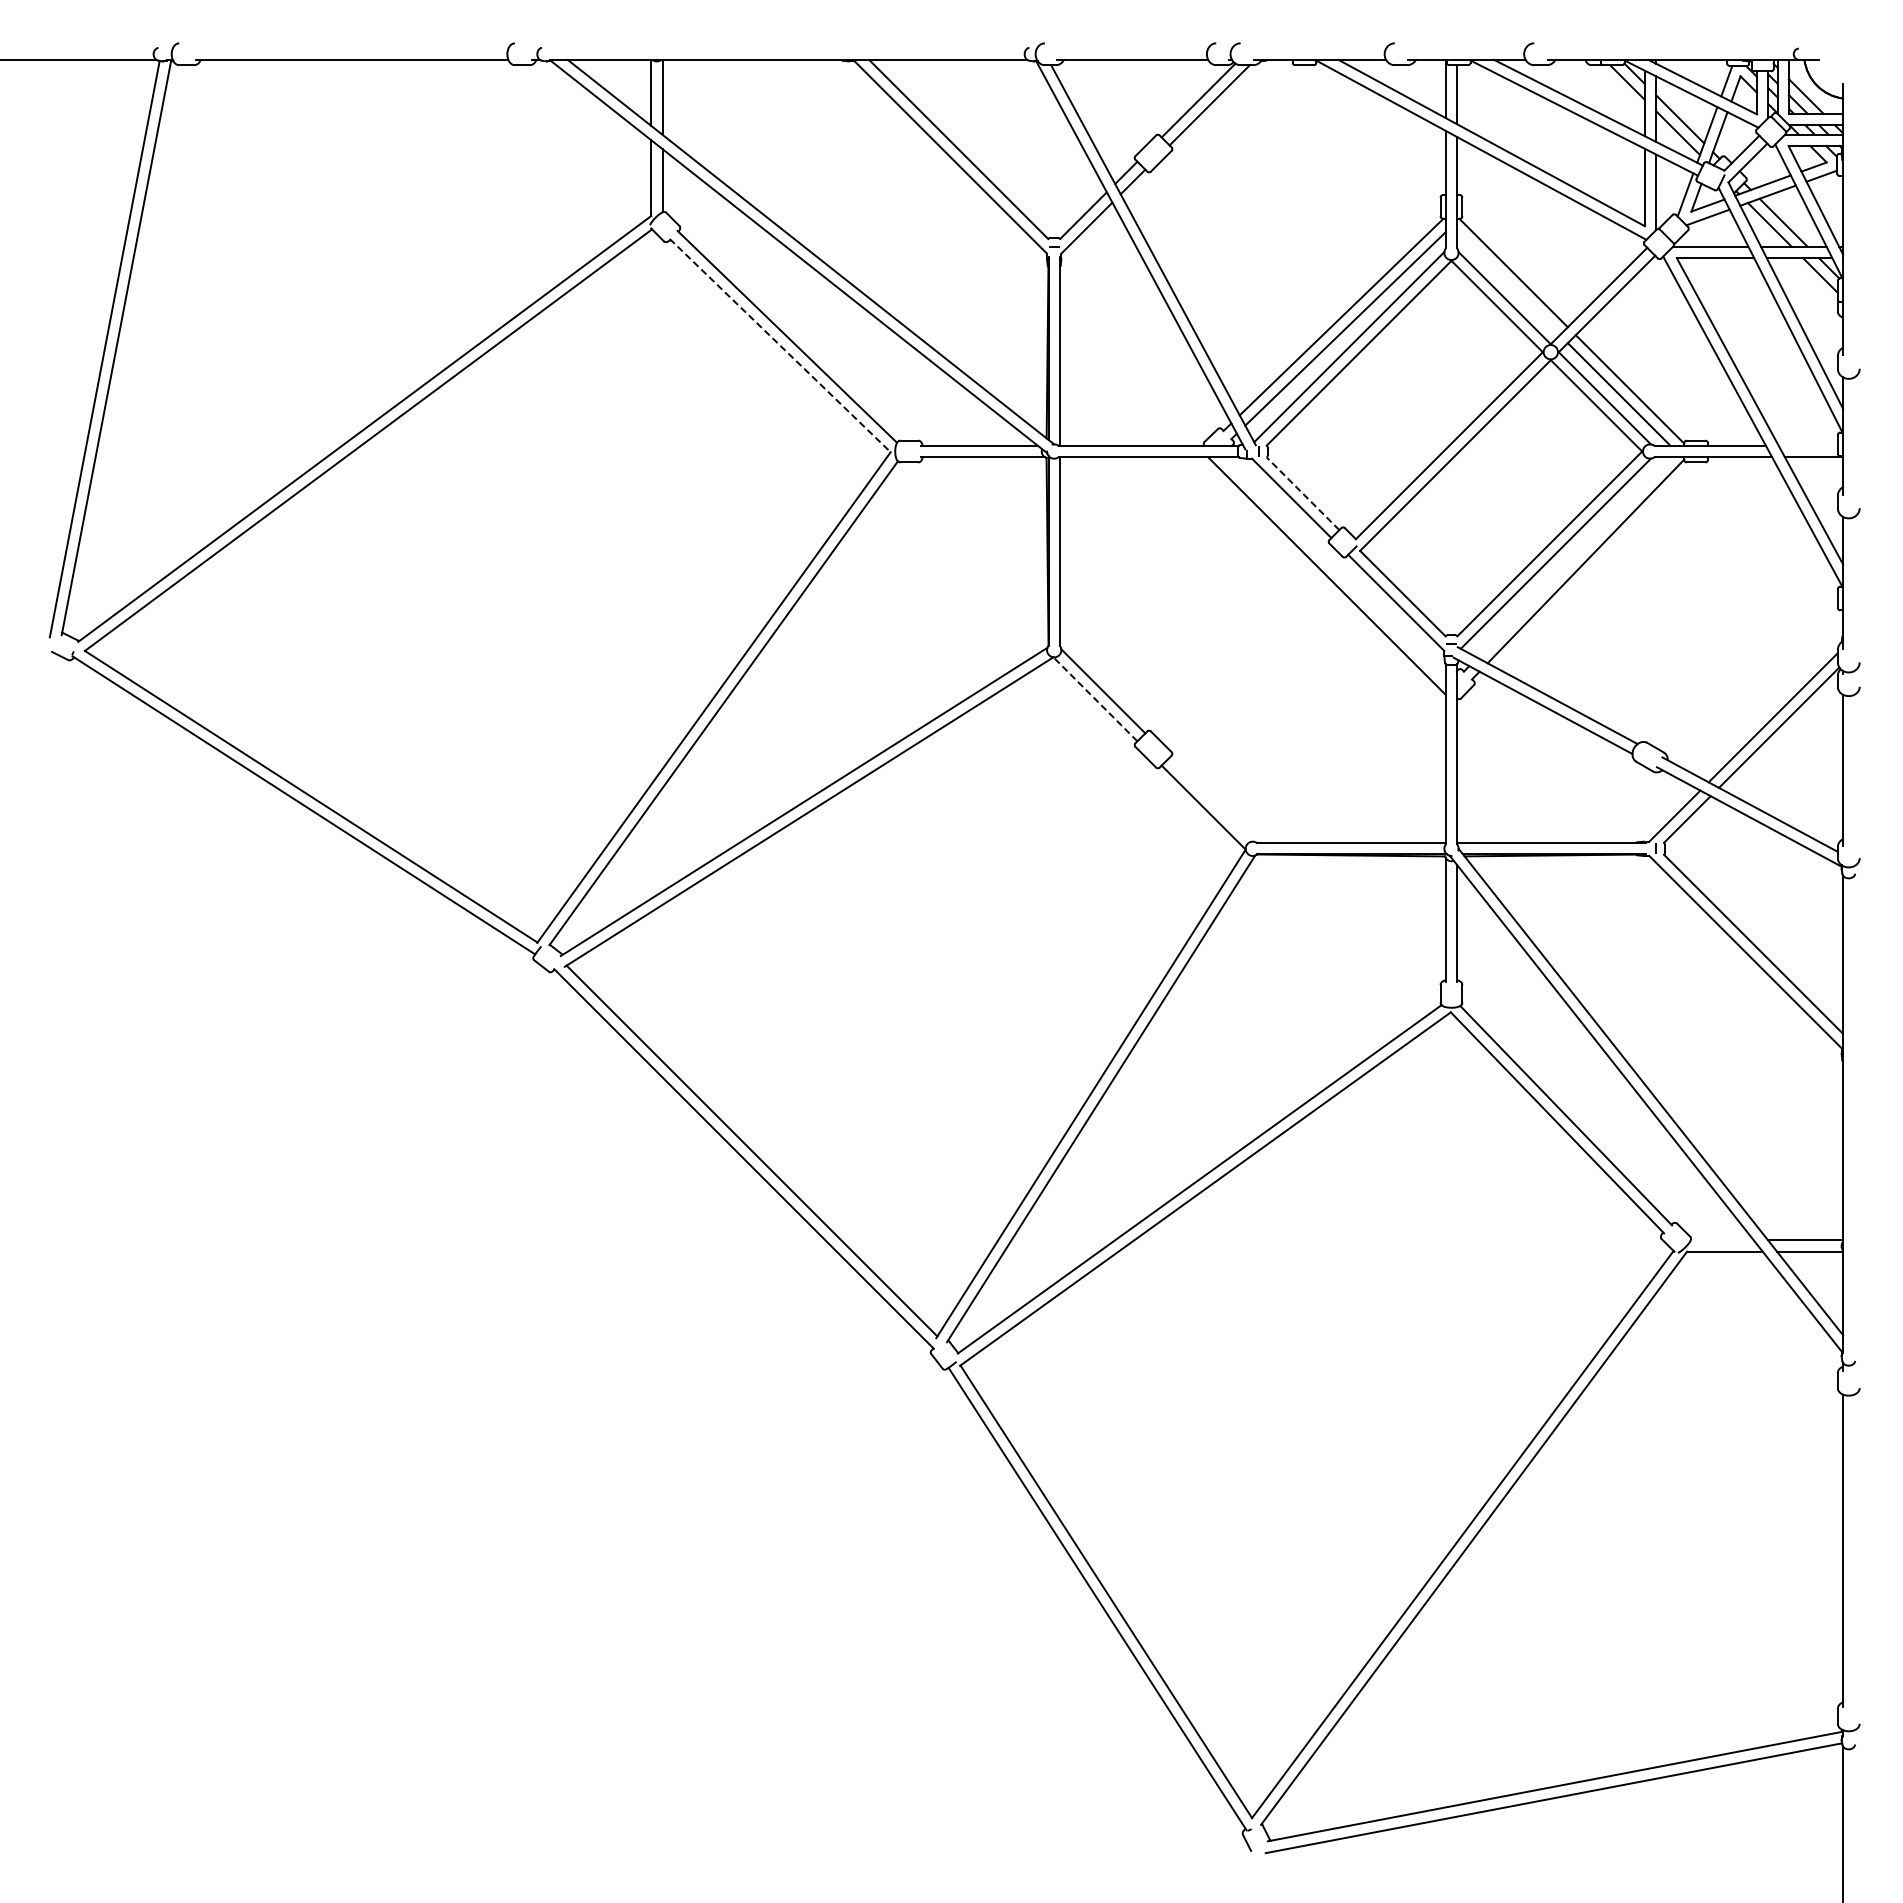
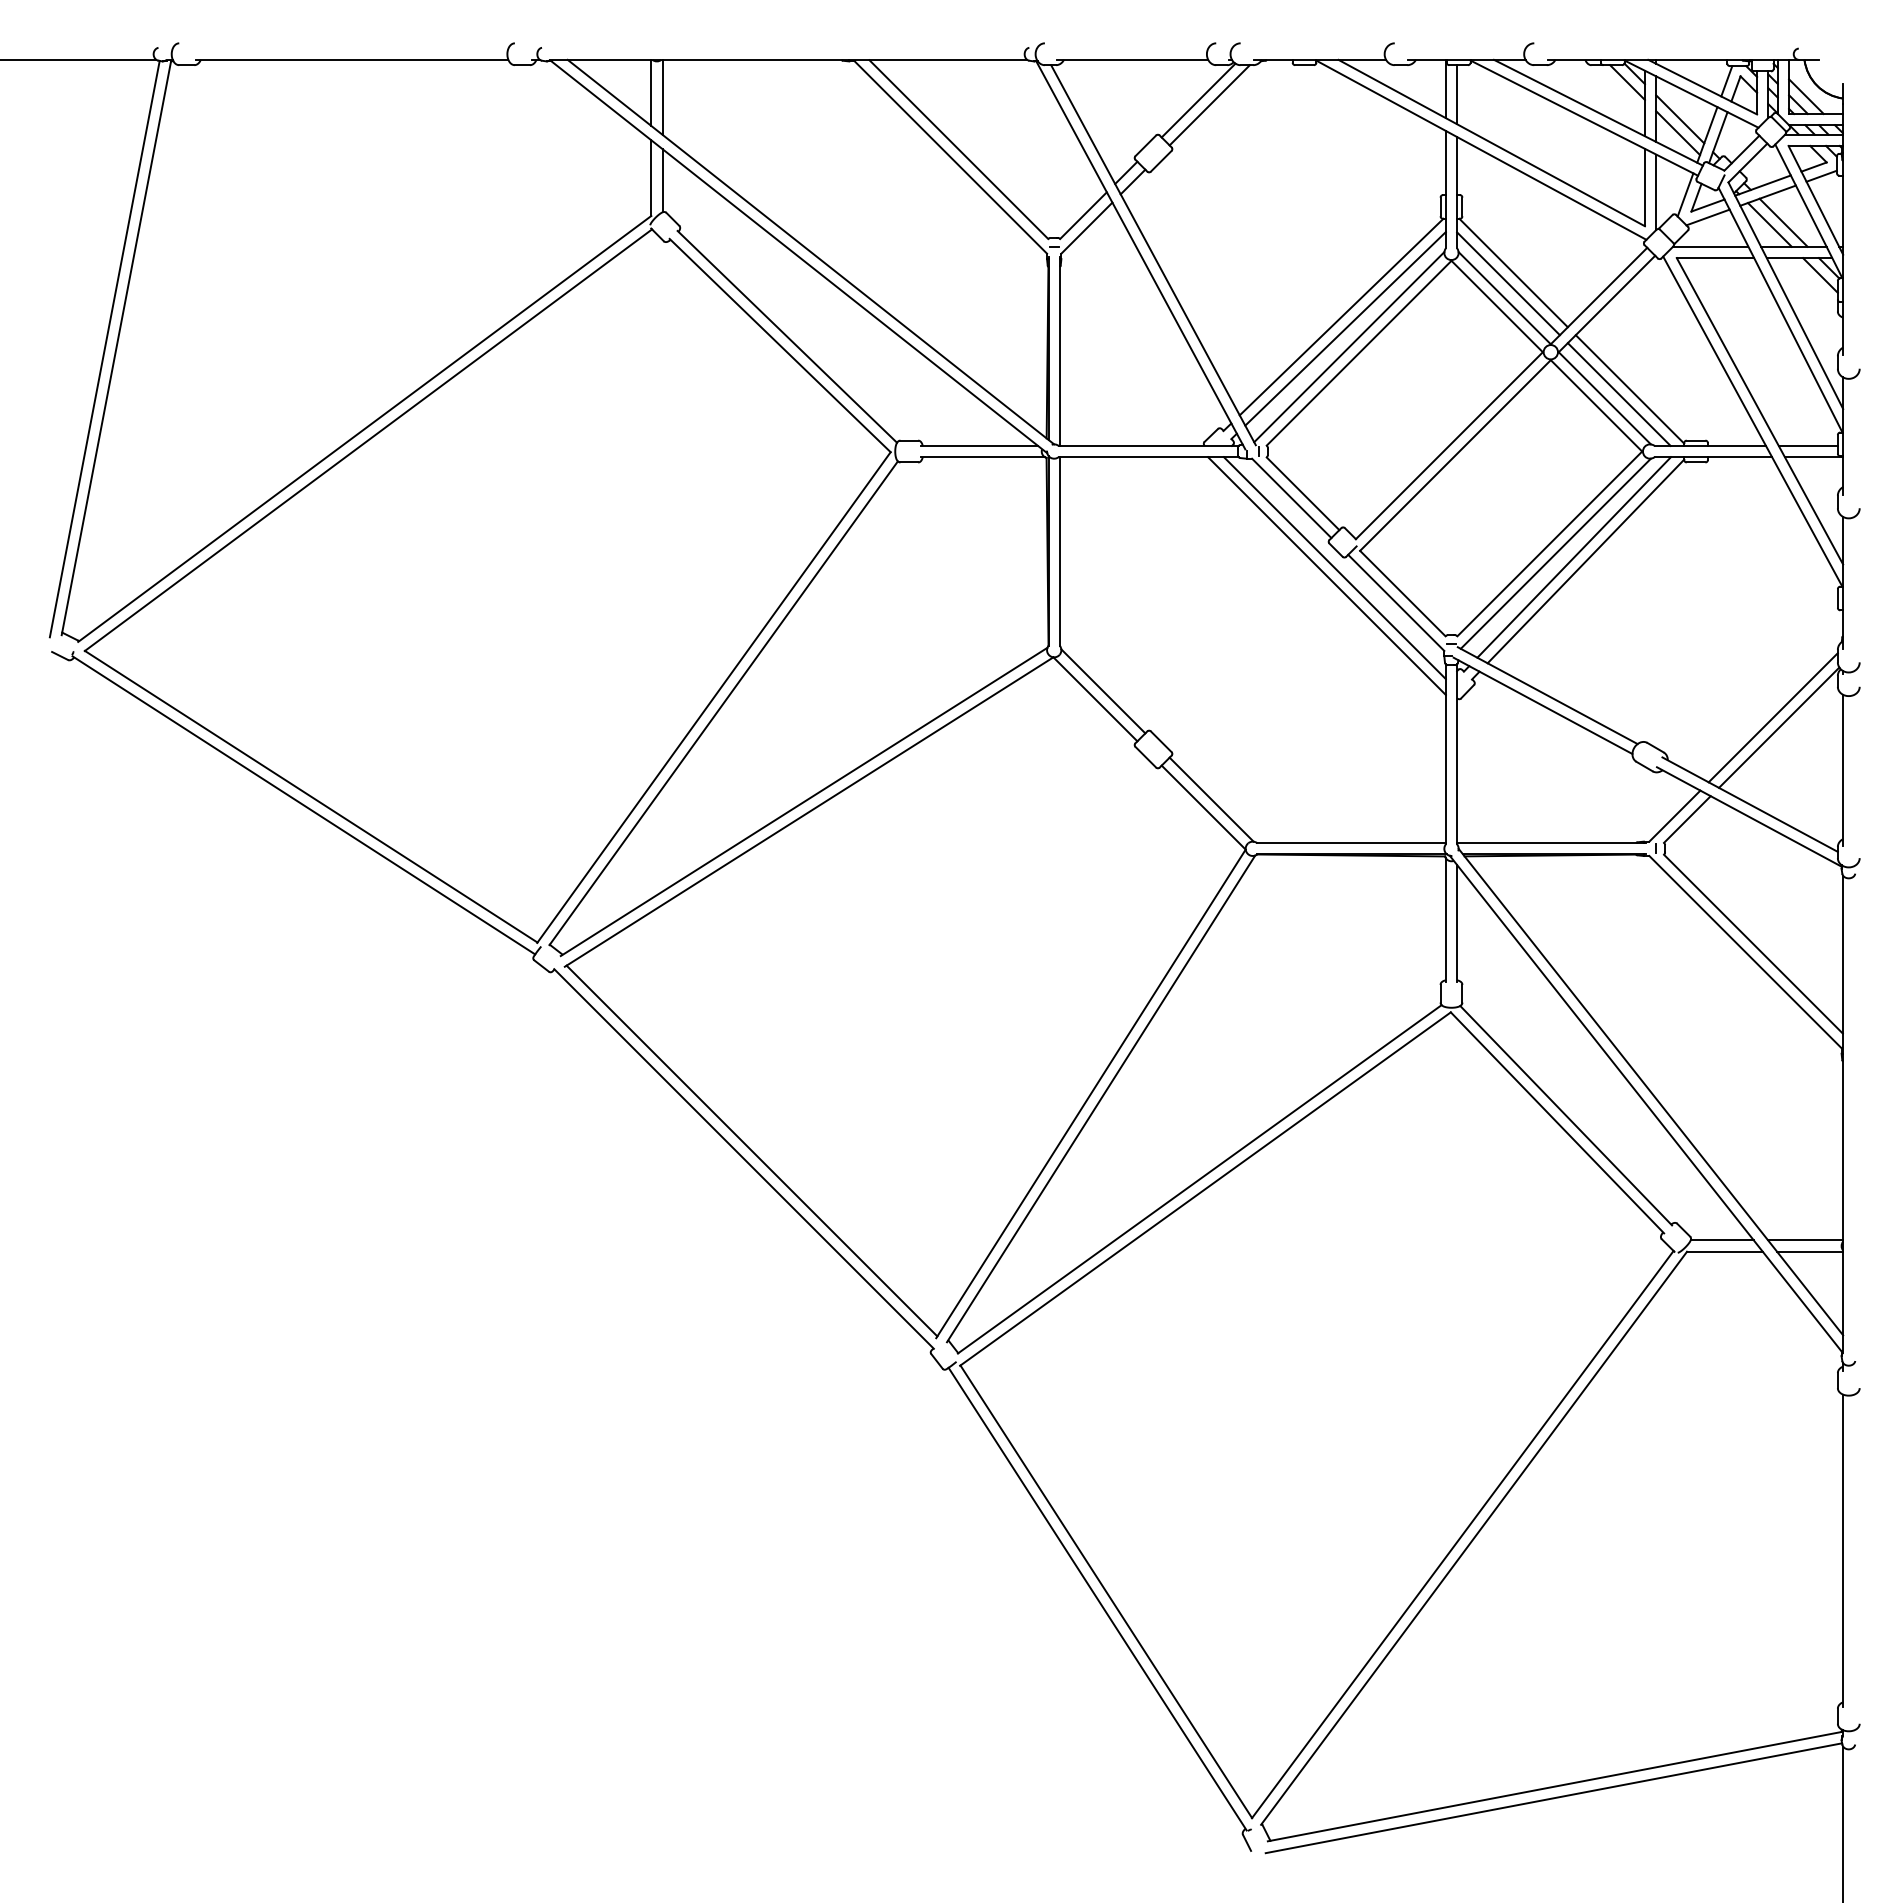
line at (1508, 283): none -> present
line at (780, 345): dashed -> solid
line at (1807, 445): none -> present
line at (1302, 493): dashed -> solid
line at (1573, 557): none -> present
line at (1334, 568): none -> present
line at (1095, 698): dashed -> solid
line at (1211, 799): none -> present
line at (1721, 1240): none -> present
